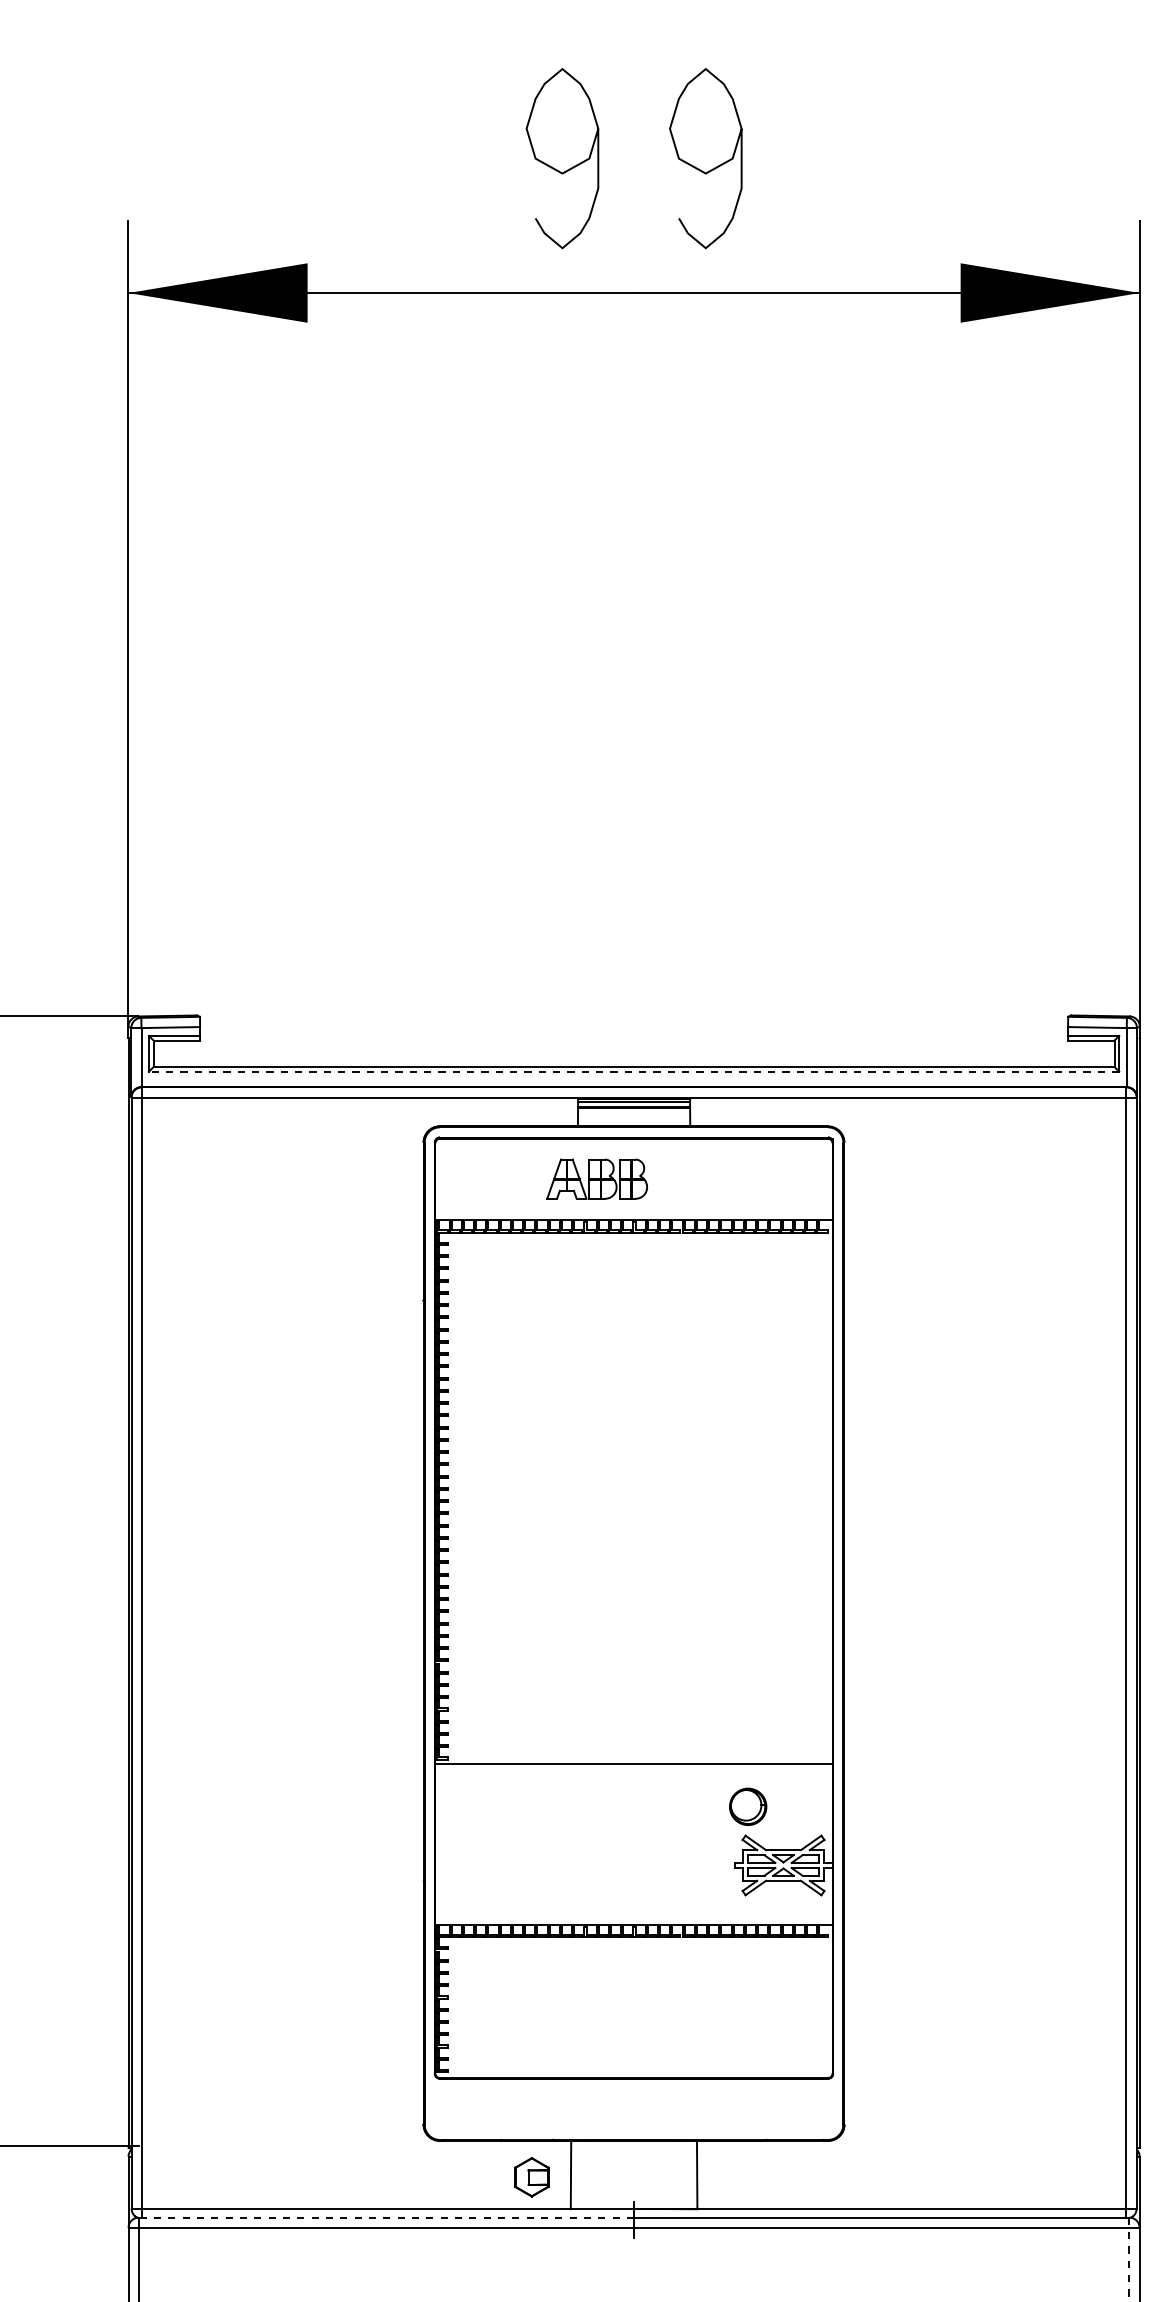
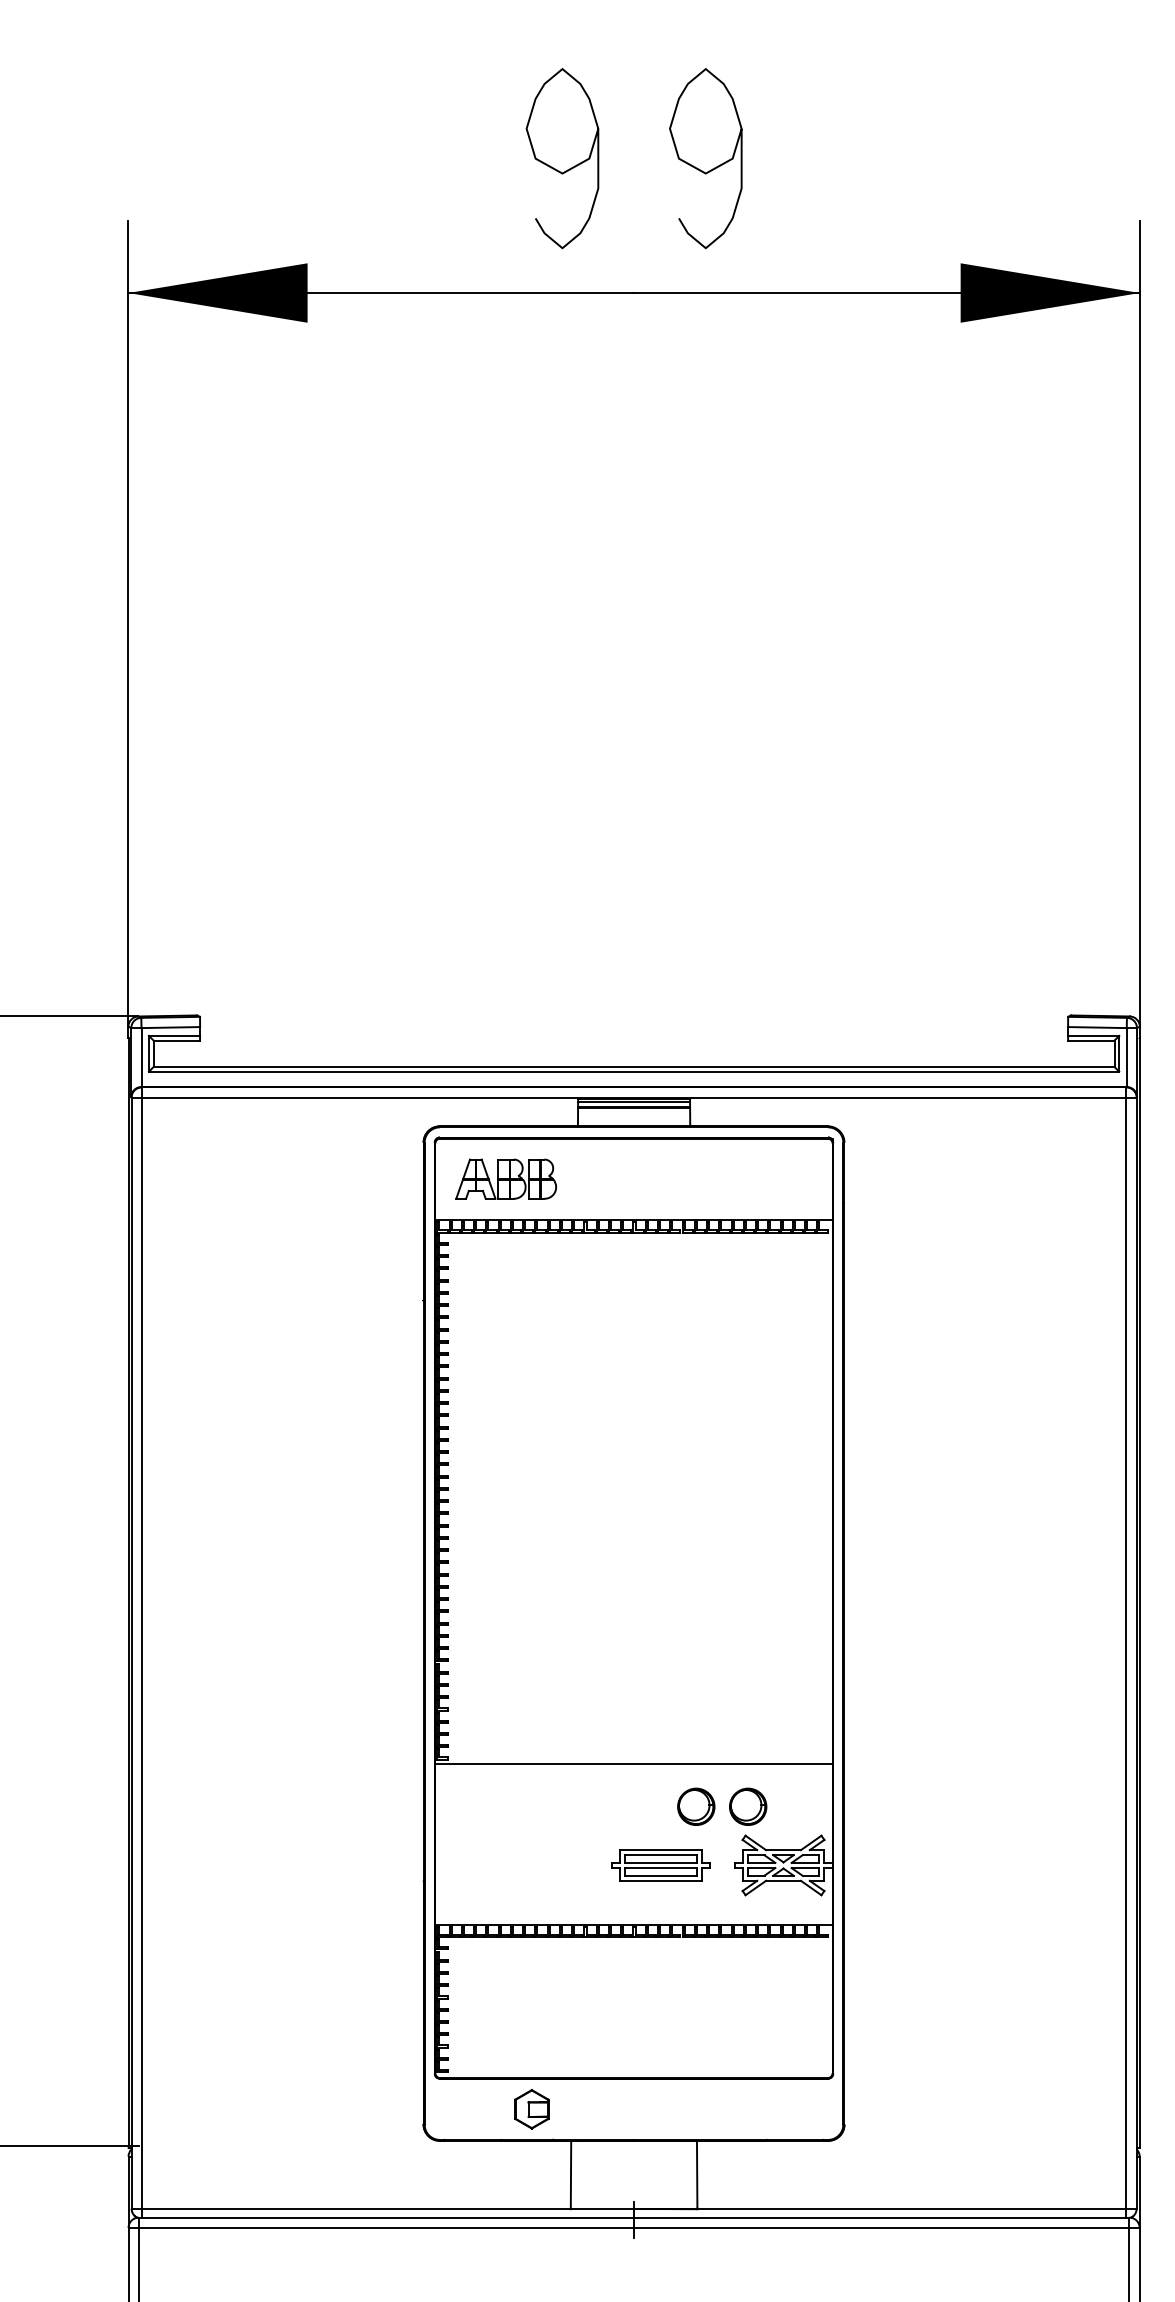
line at (633, 1071): dashed -> solid
part at (596, 1178) position: (596, 1178) -> (505, 1178)
part at (696, 1806): none -> present
part at (660, 1865): none -> present
part at (531, 2177) position: (531, 2177) -> (531, 2109)
line at (386, 2217): dashed -> solid
line at (1129, 2259): dashed -> solid
